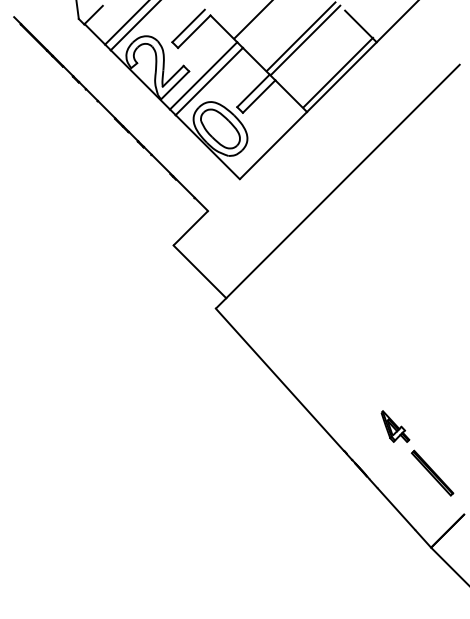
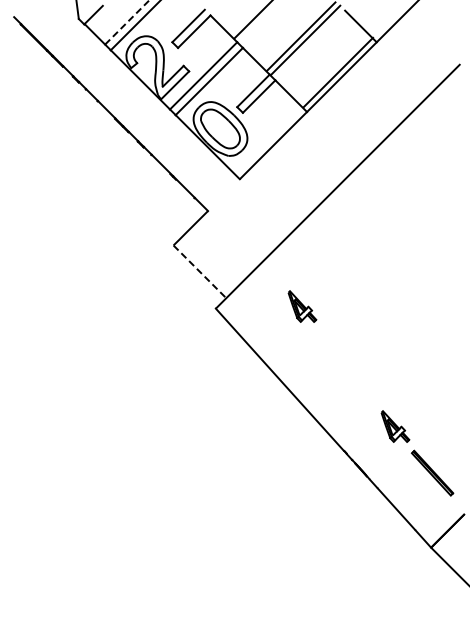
line at (127, 22): solid -> dashed
line at (200, 272): solid -> dashed
part at (302, 306): none -> present
